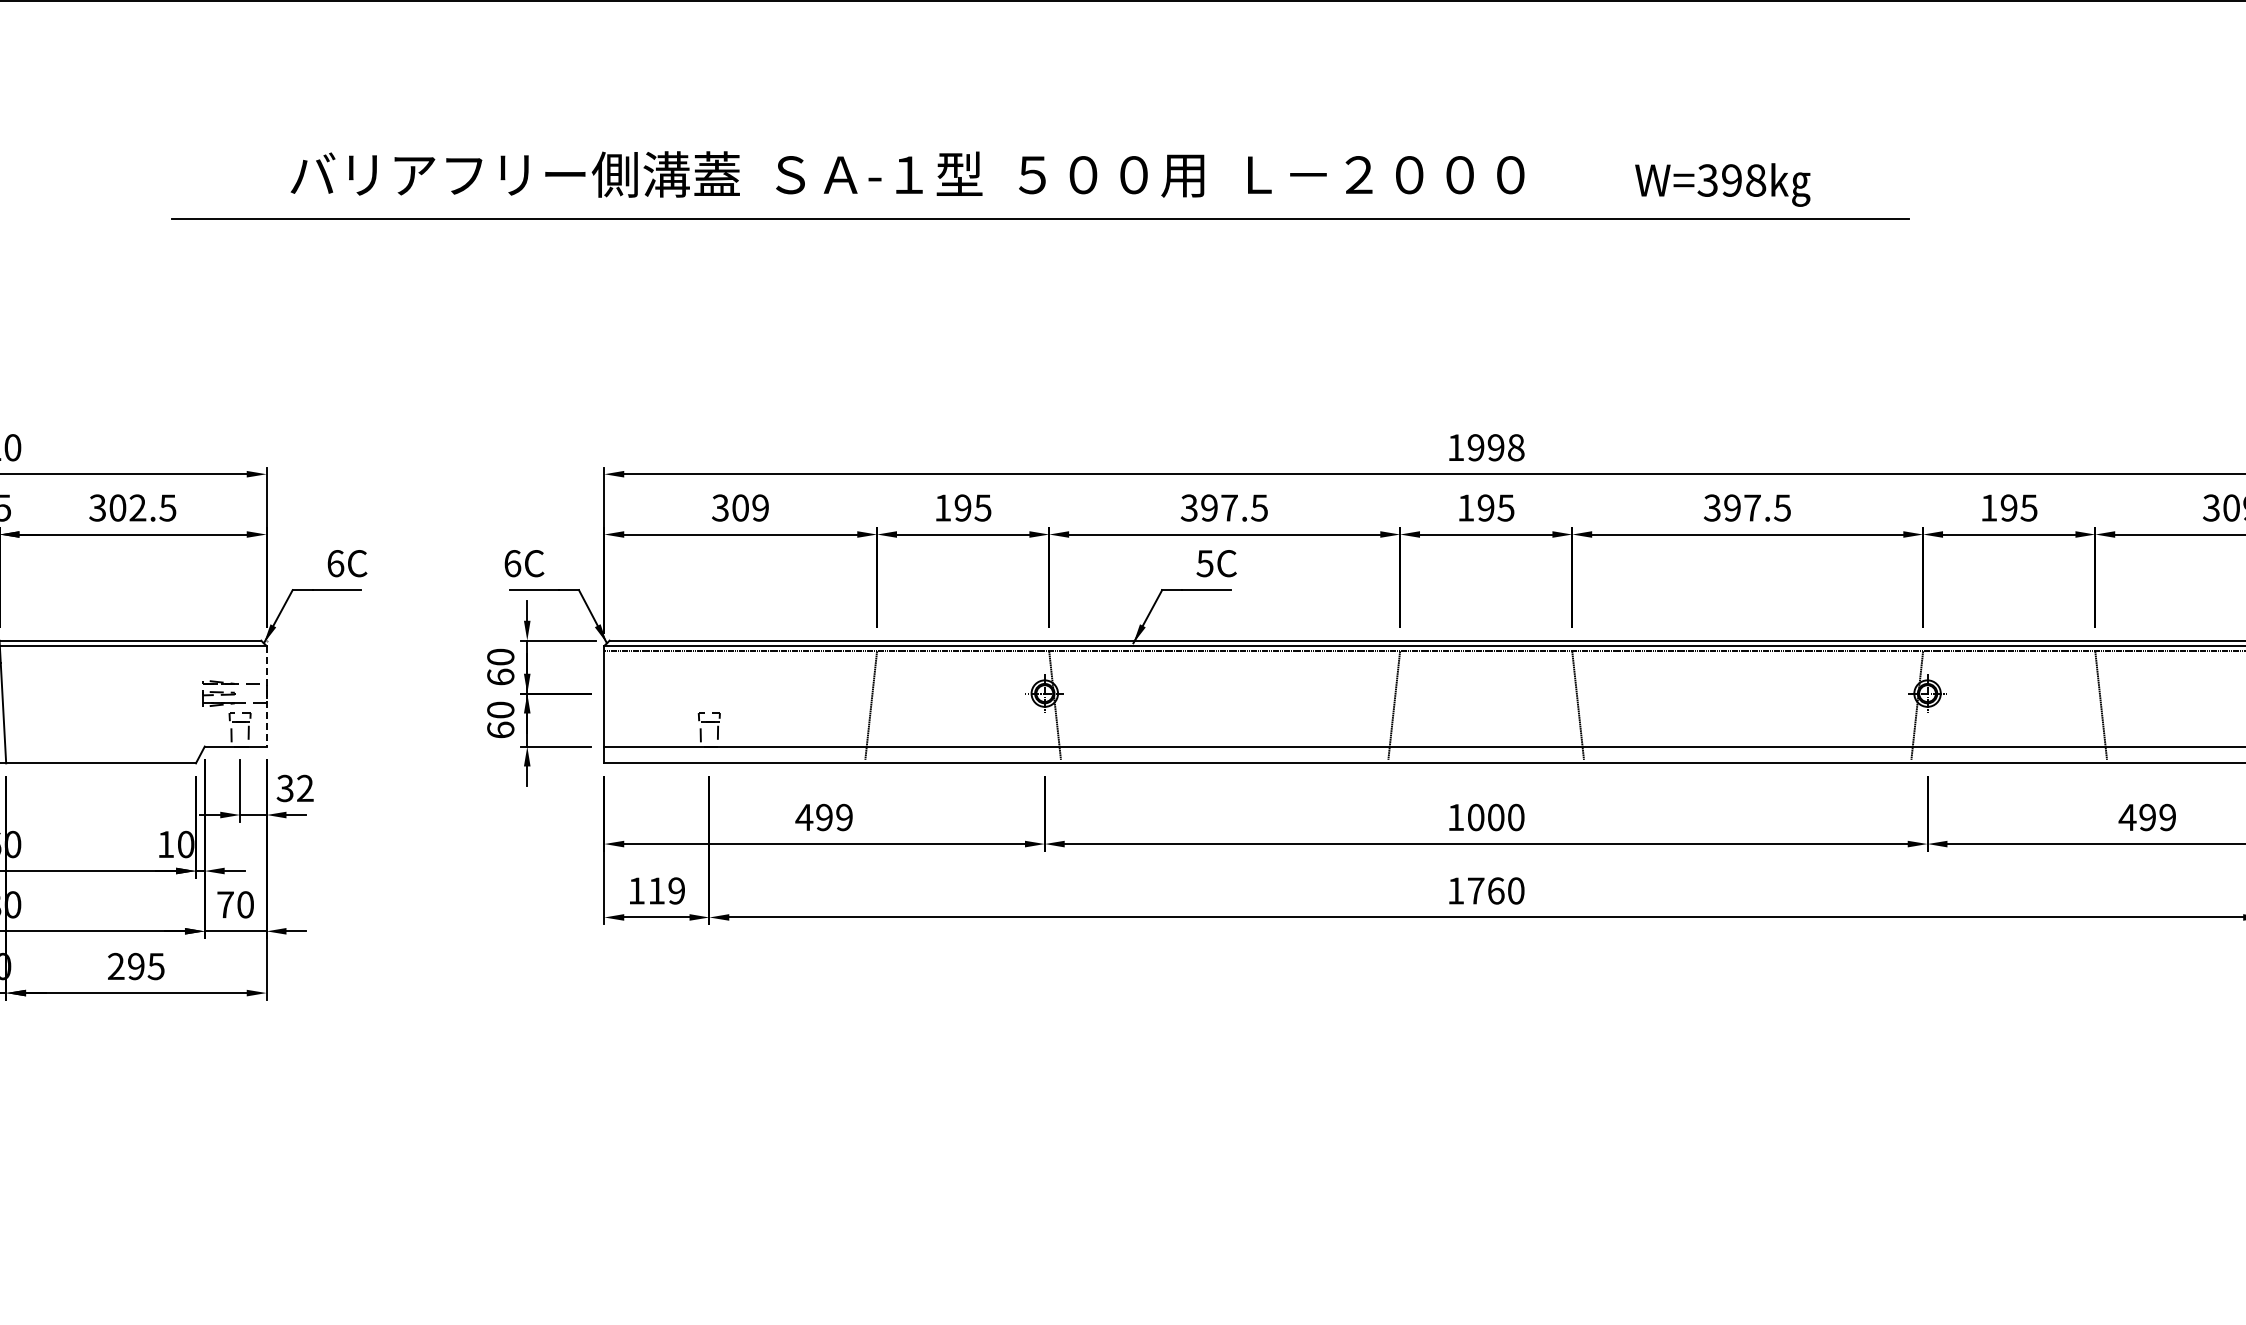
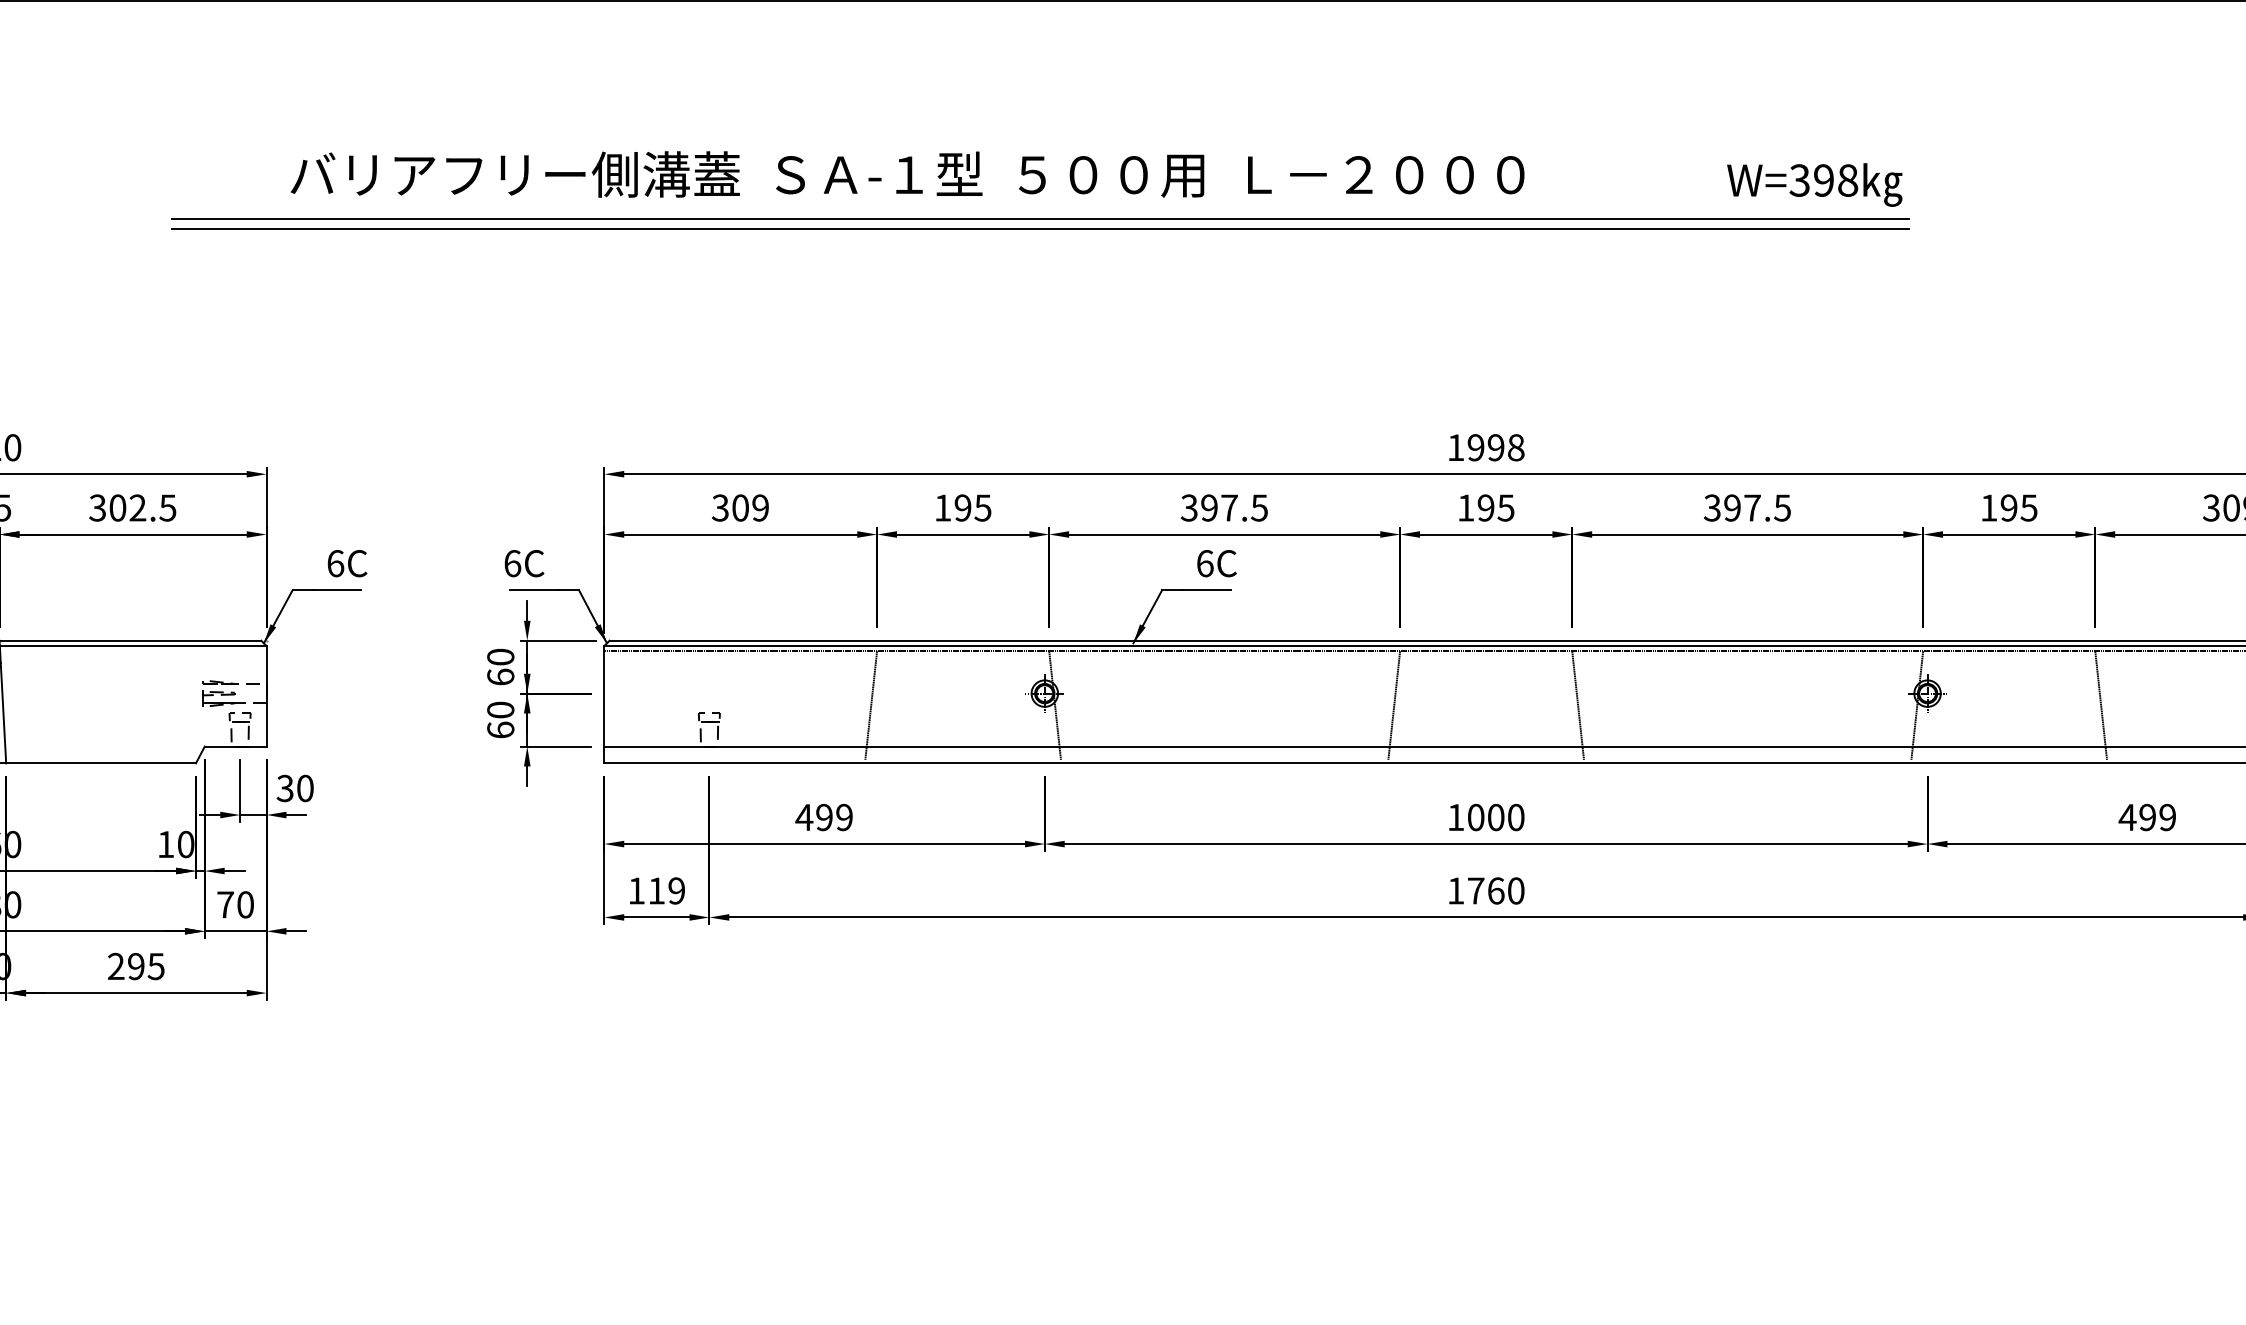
text at (1722, 184) position: (1722, 184) -> (1814, 184)
line at (1040, 229): none -> present
text at (1204, 563): 5C -> 6C
line at (266, 696): dashed -> solid
text at (305, 788): 32 -> 30
